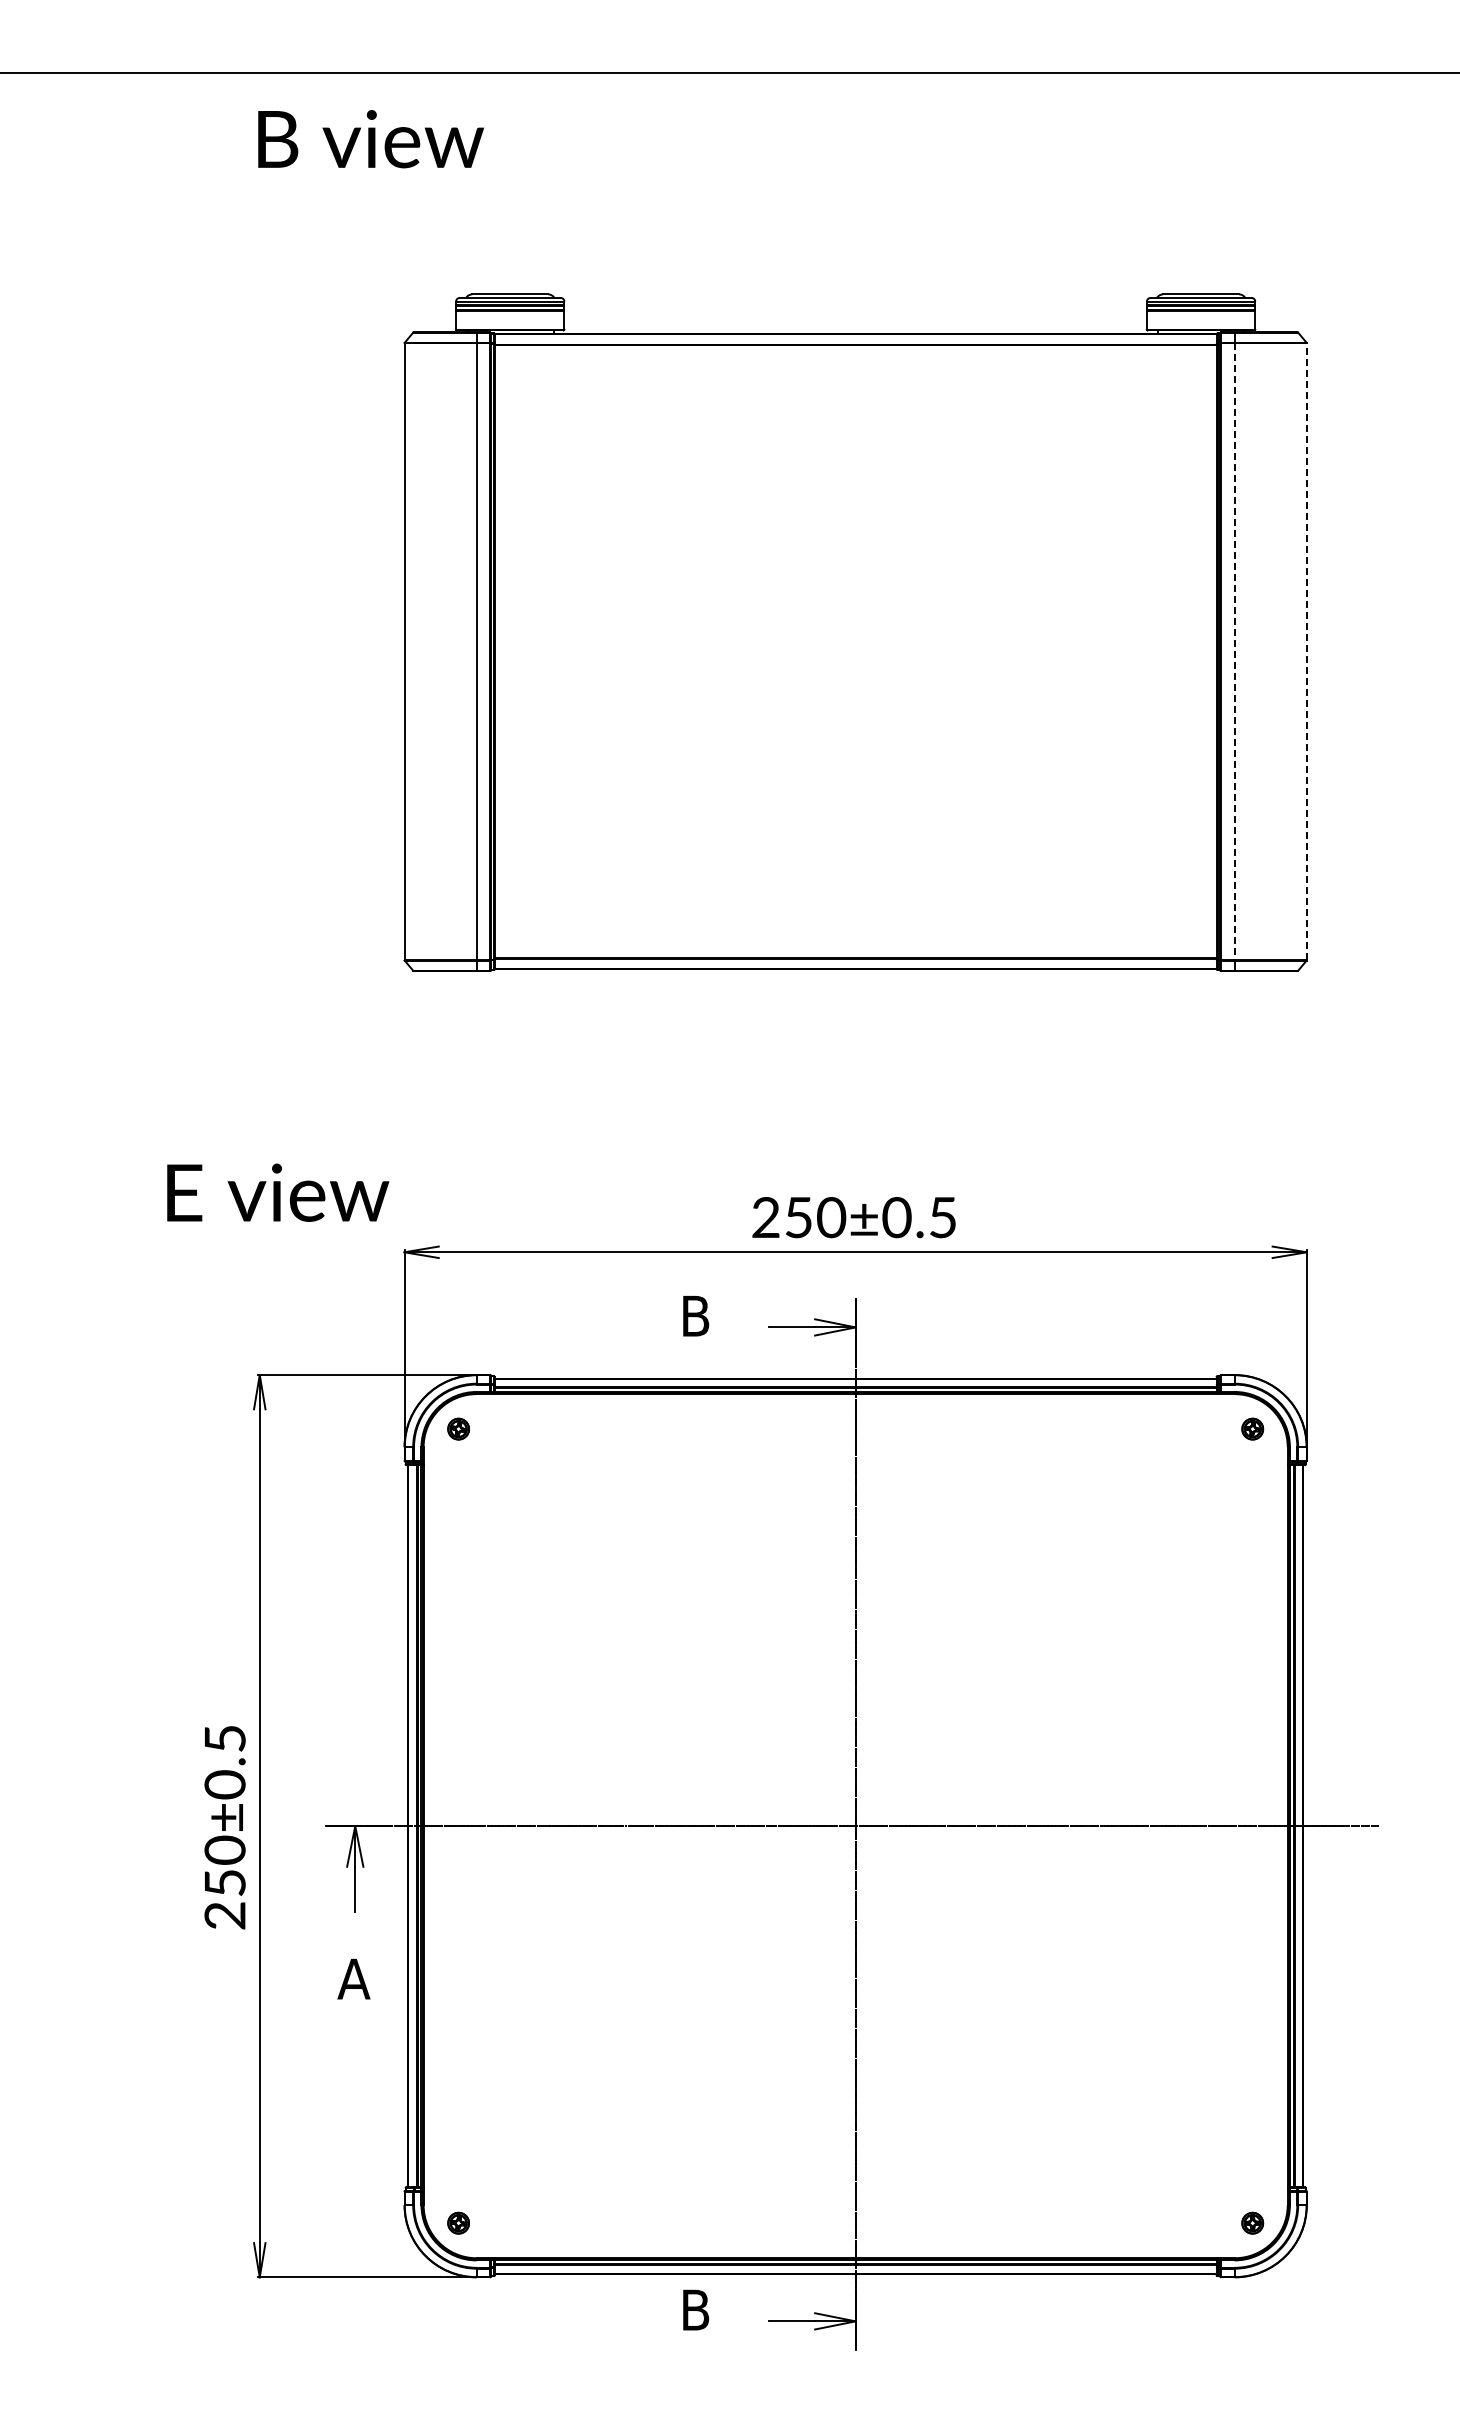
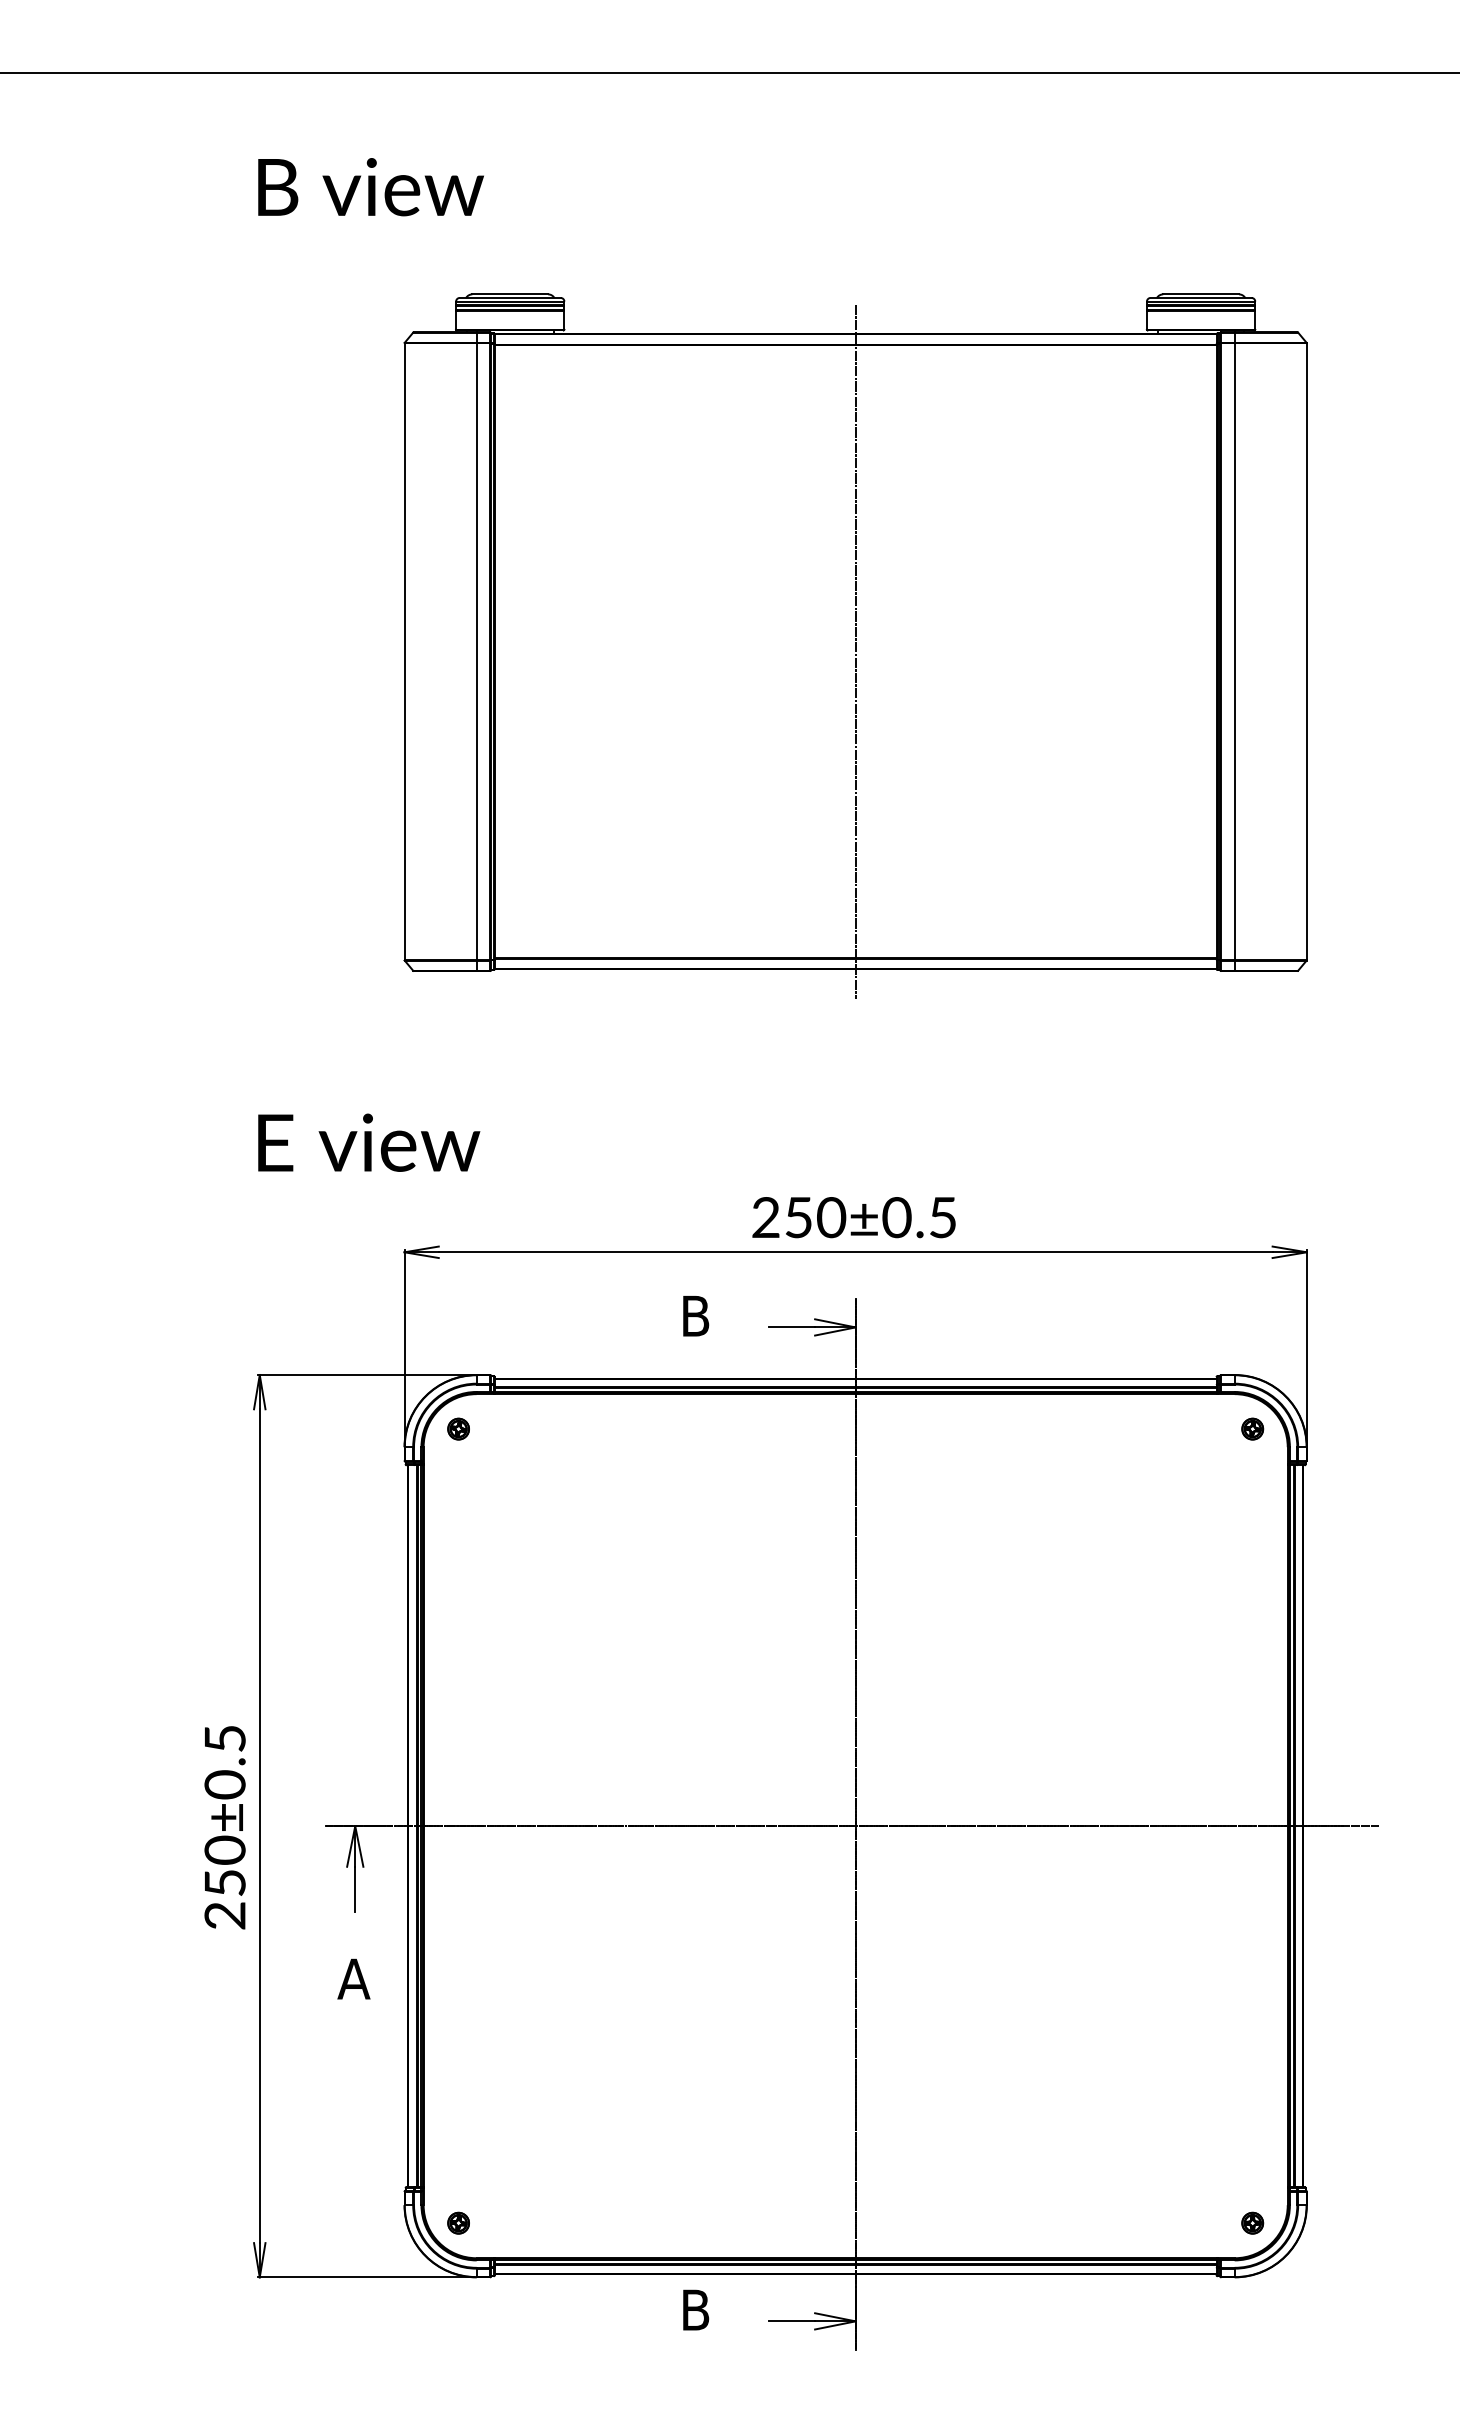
text at (370, 139) position: (370, 139) -> (370, 187)
line at (855, 651): none -> present
line at (1306, 651): dashed -> solid
line at (1234, 652): dashed -> solid
text at (278, 1192) position: (278, 1192) -> (369, 1142)
